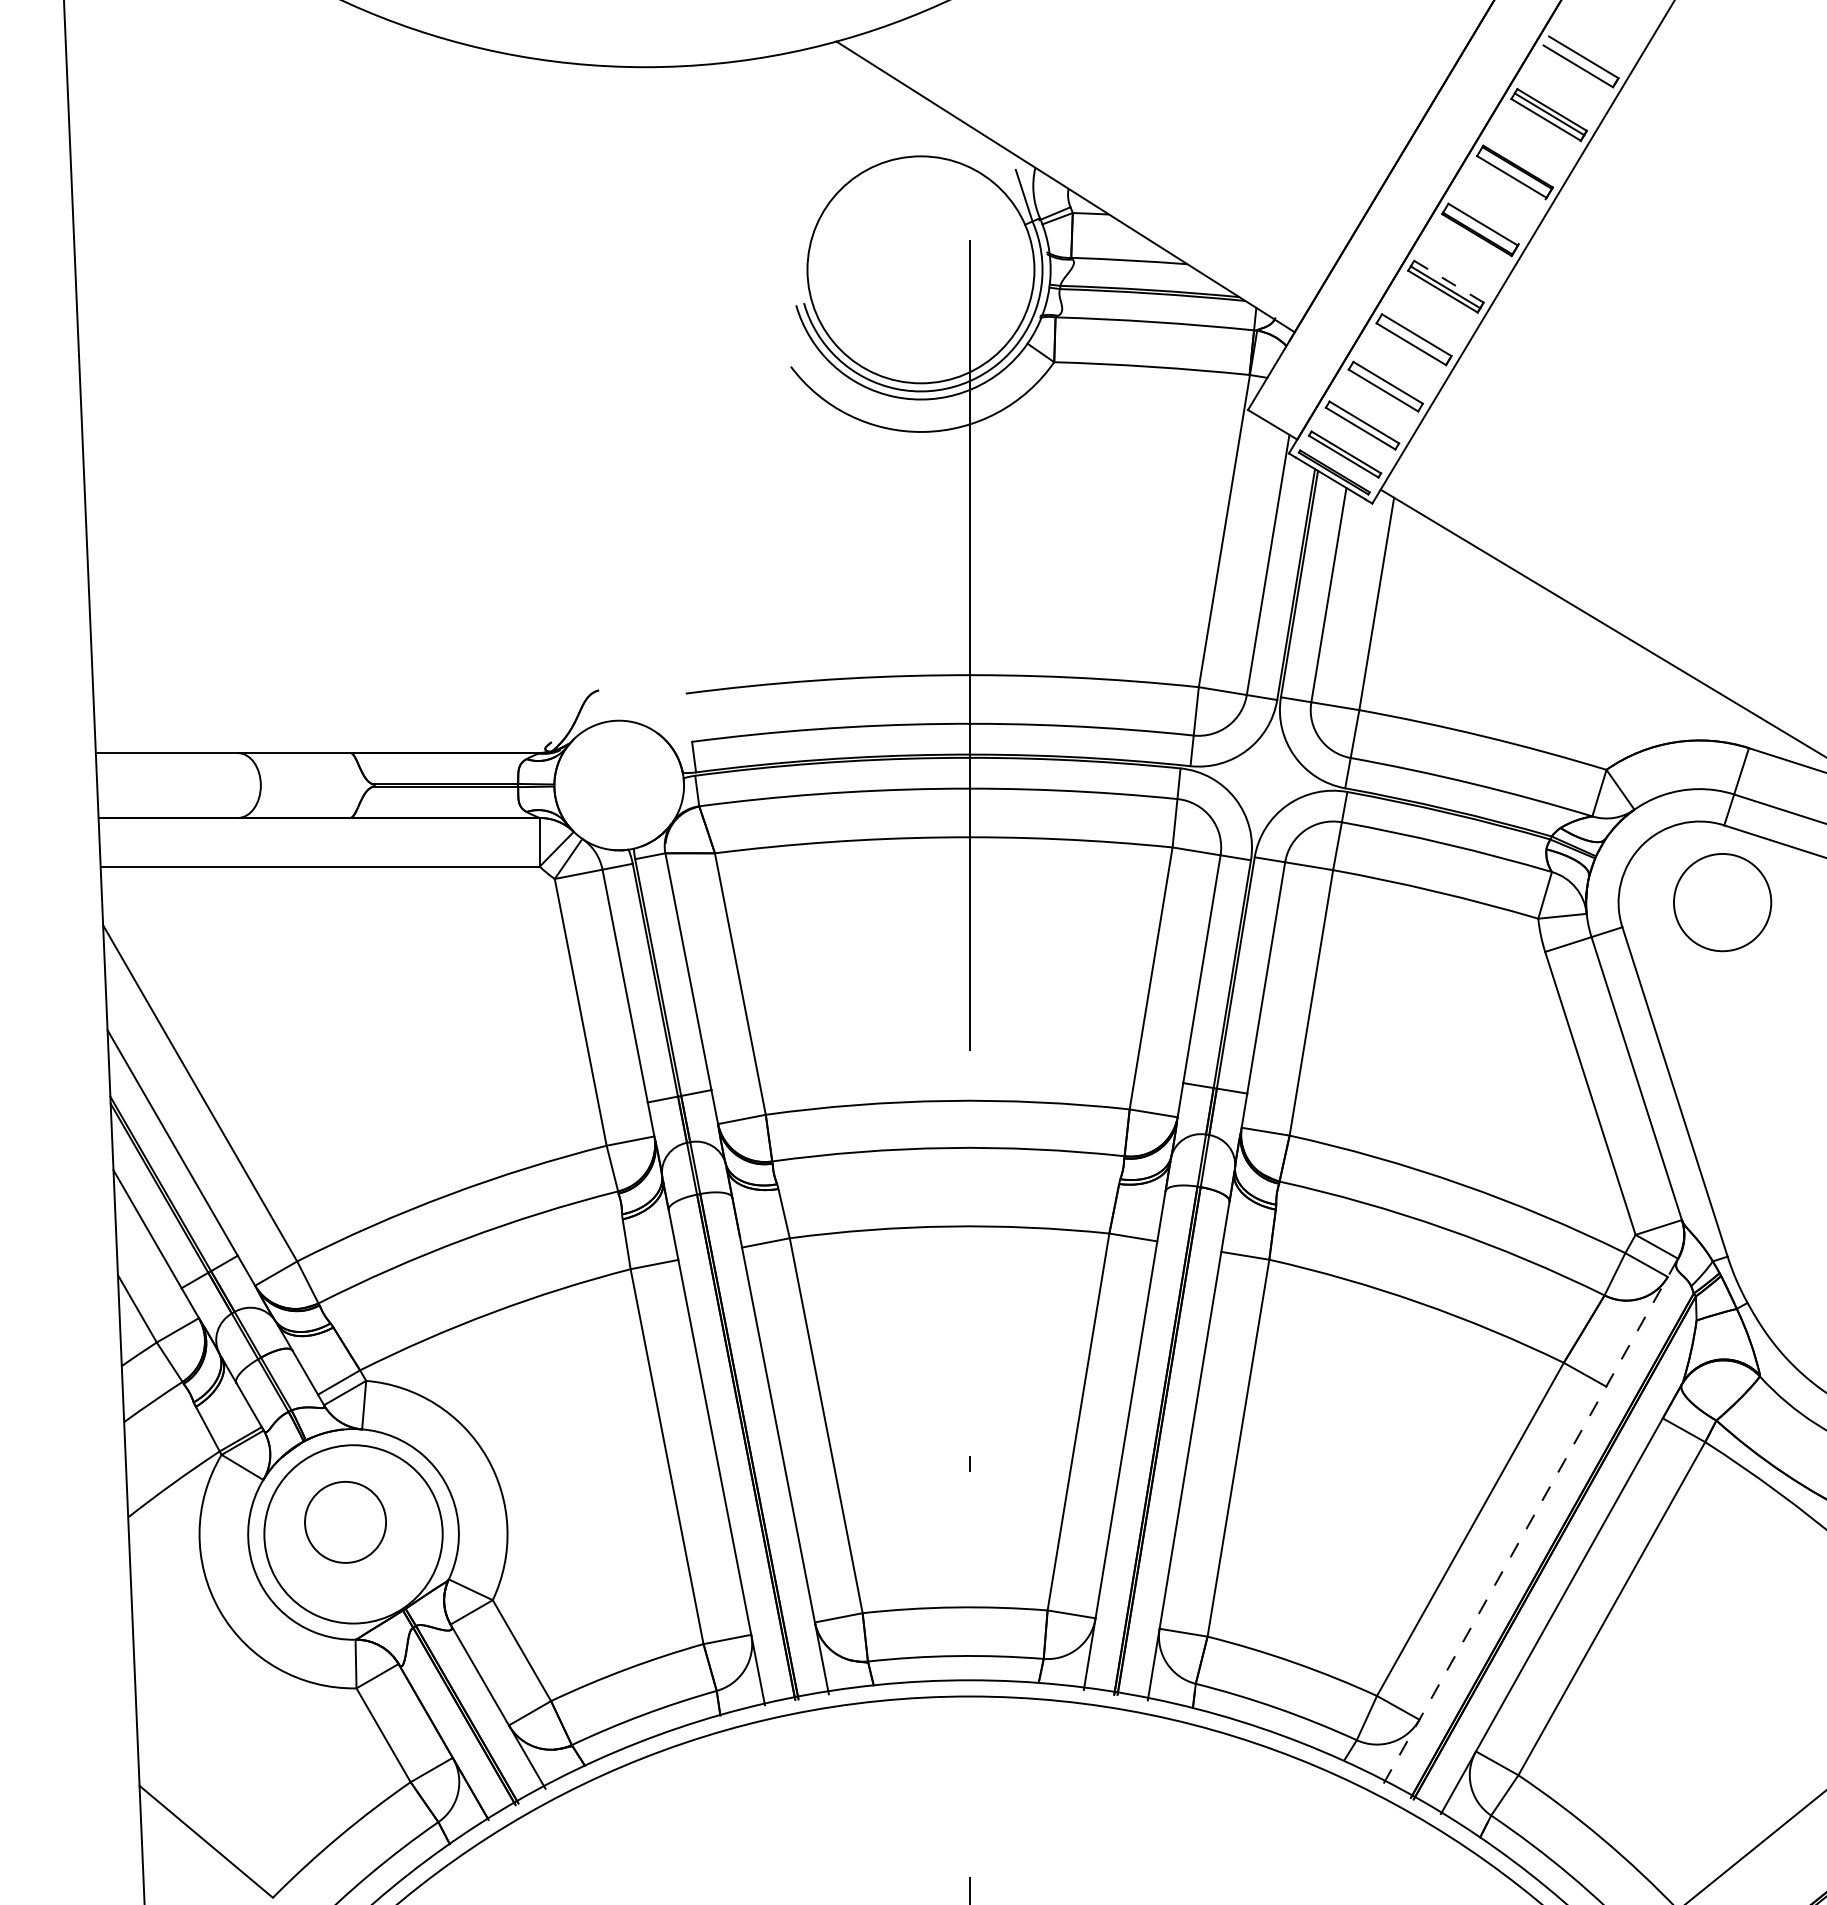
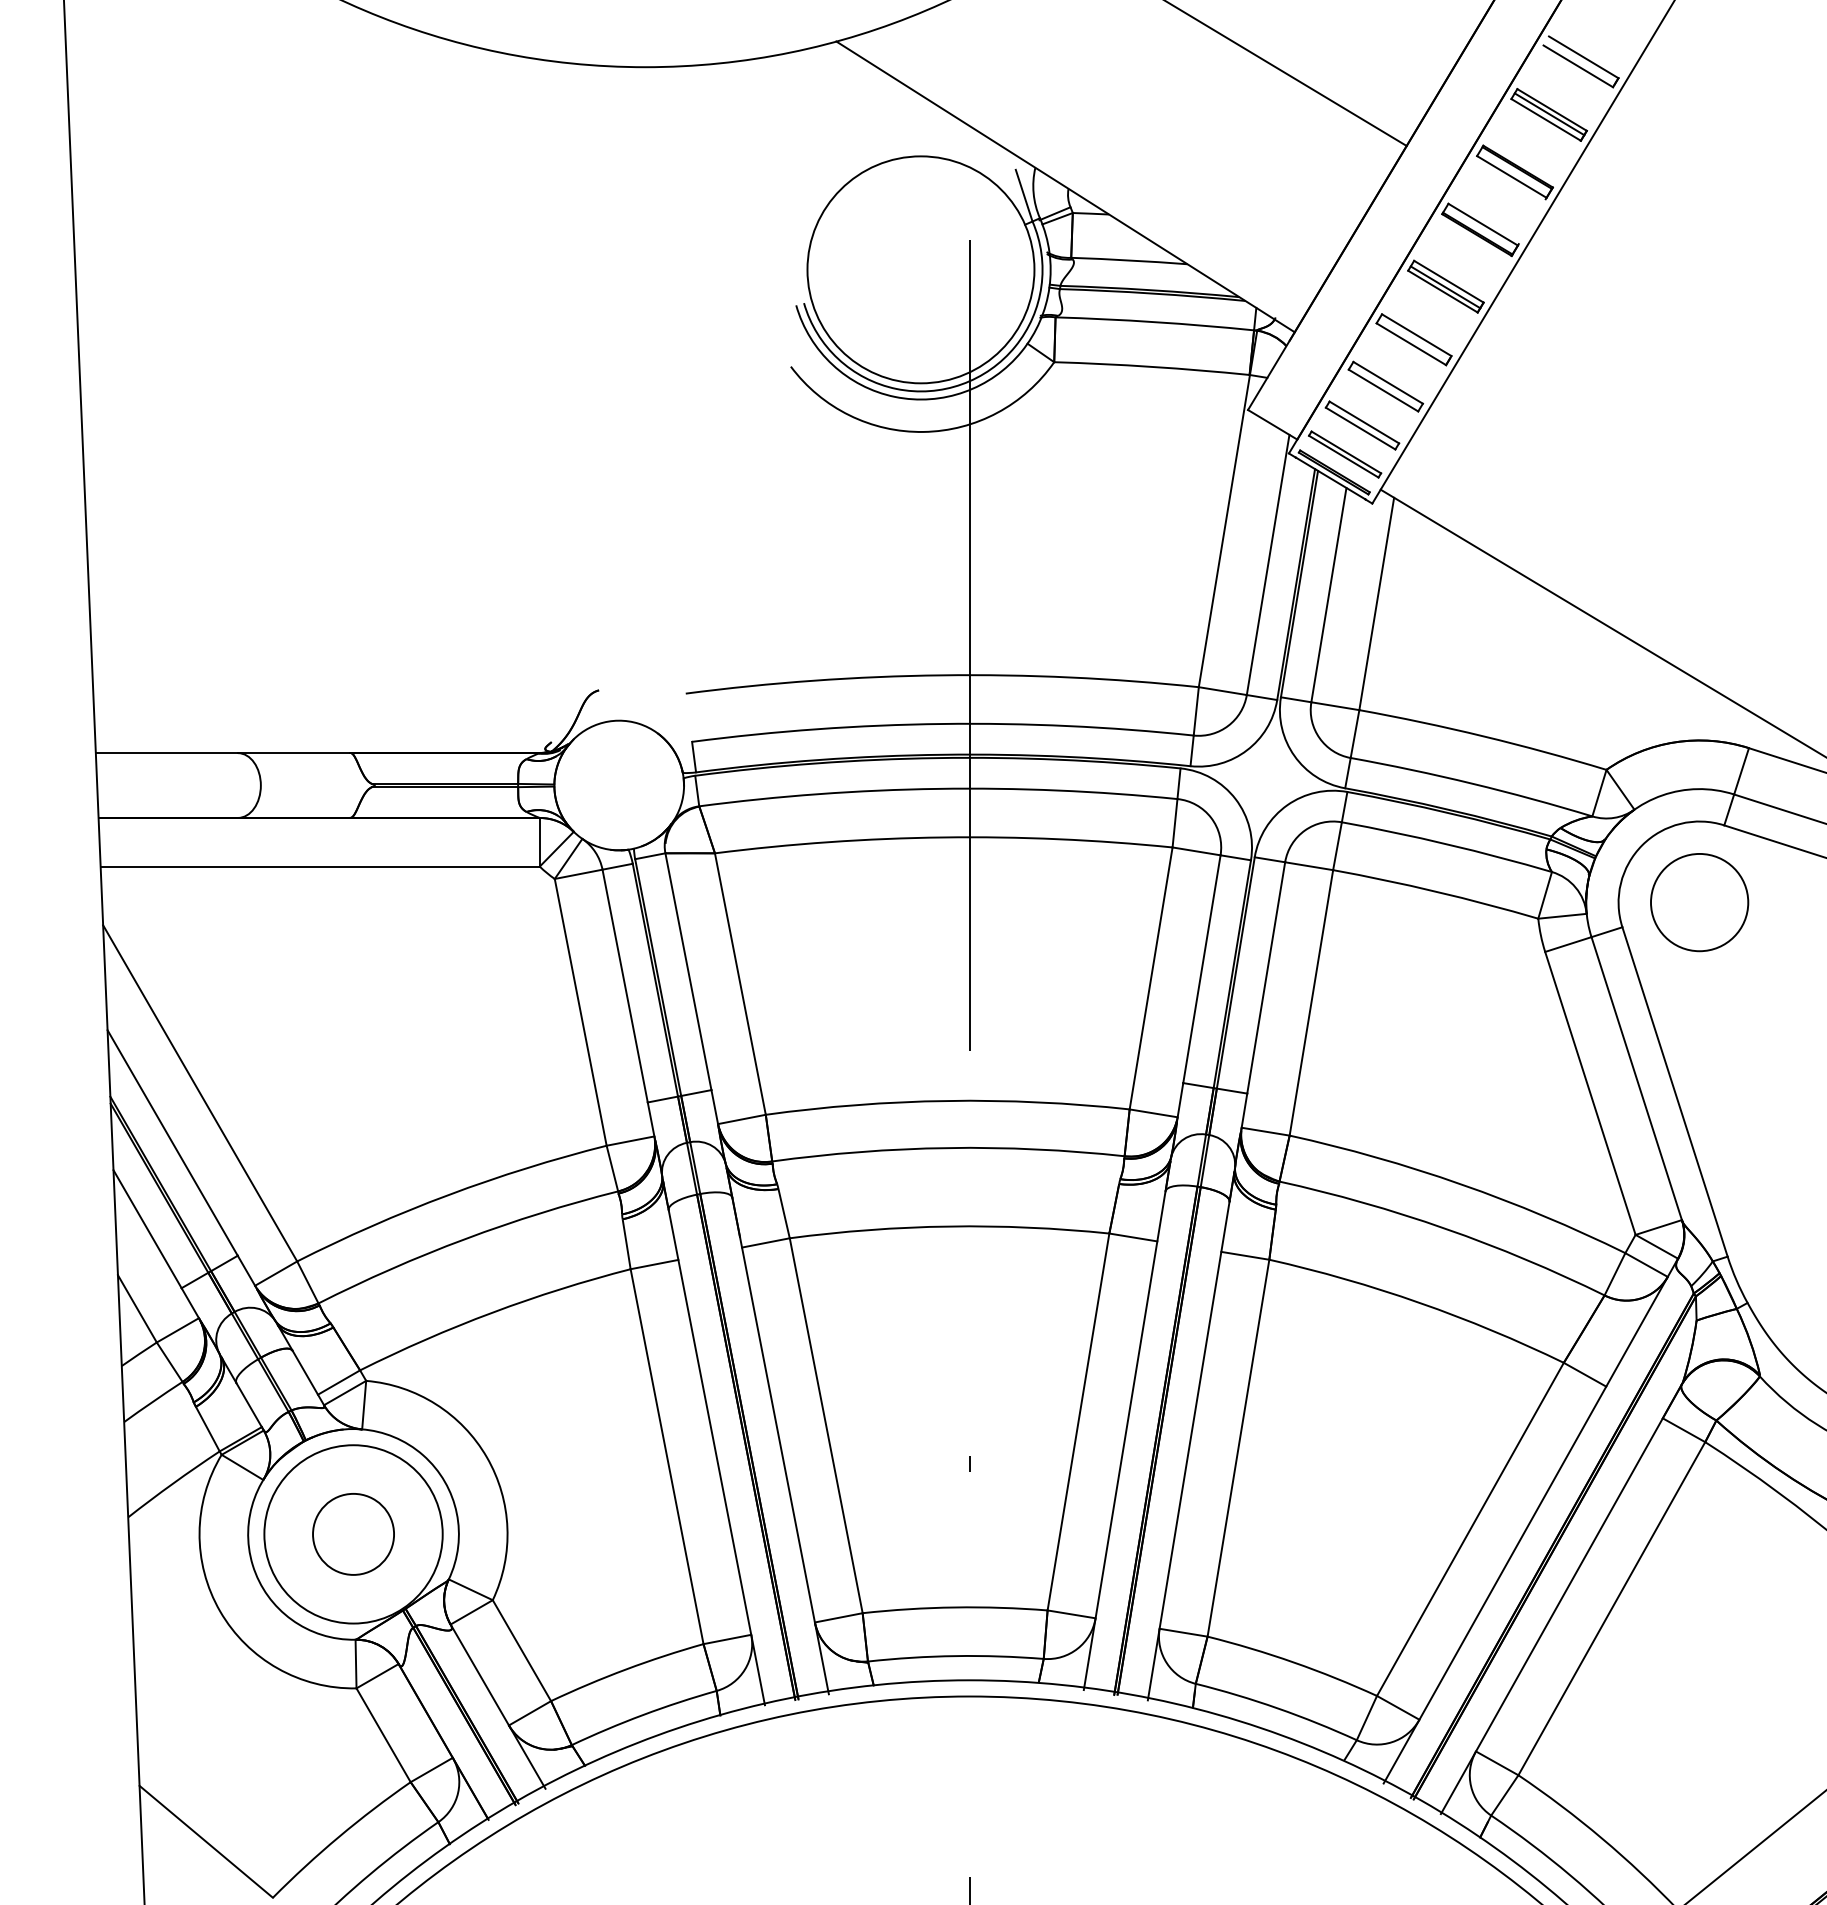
line at (1286, 73): none -> present
line at (1448, 281): dashed -> solid
circle at (1722, 902) position: (1722, 902) -> (1699, 902)
line at (1530, 1521): dashed -> solid
circle at (345, 1522) position: (345, 1522) -> (353, 1534)
